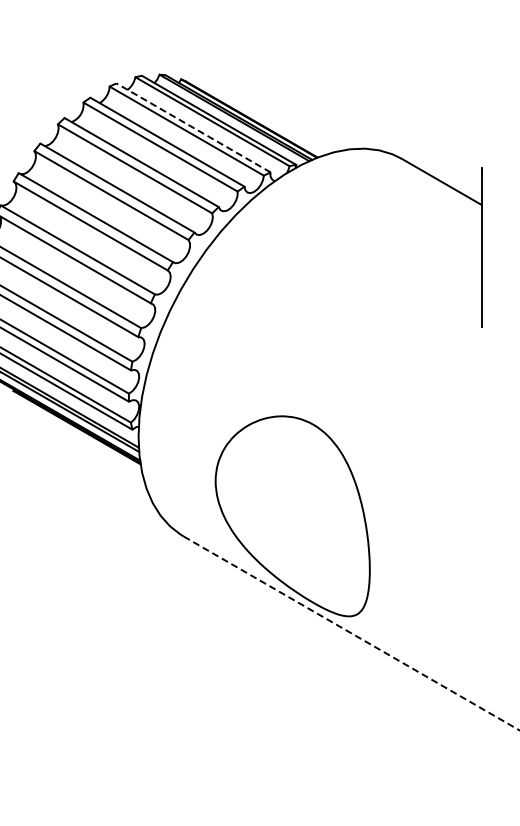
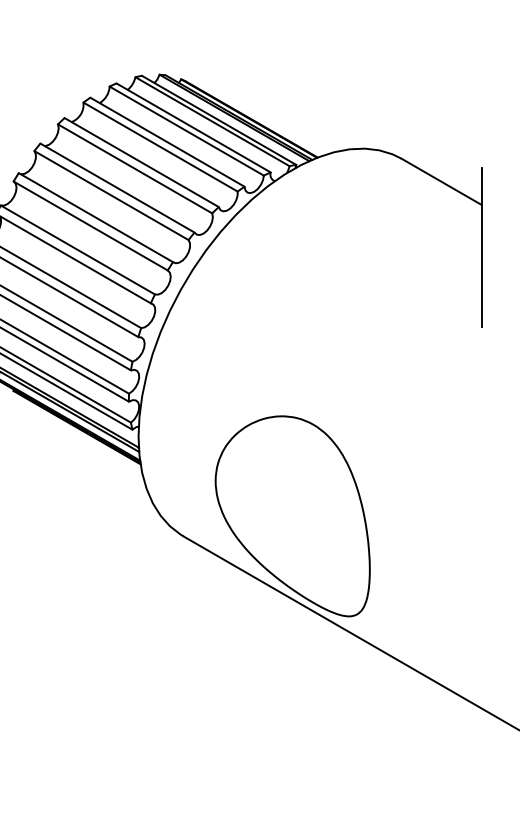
line at (193, 127): dashed -> solid
line at (351, 633): dashed -> solid
